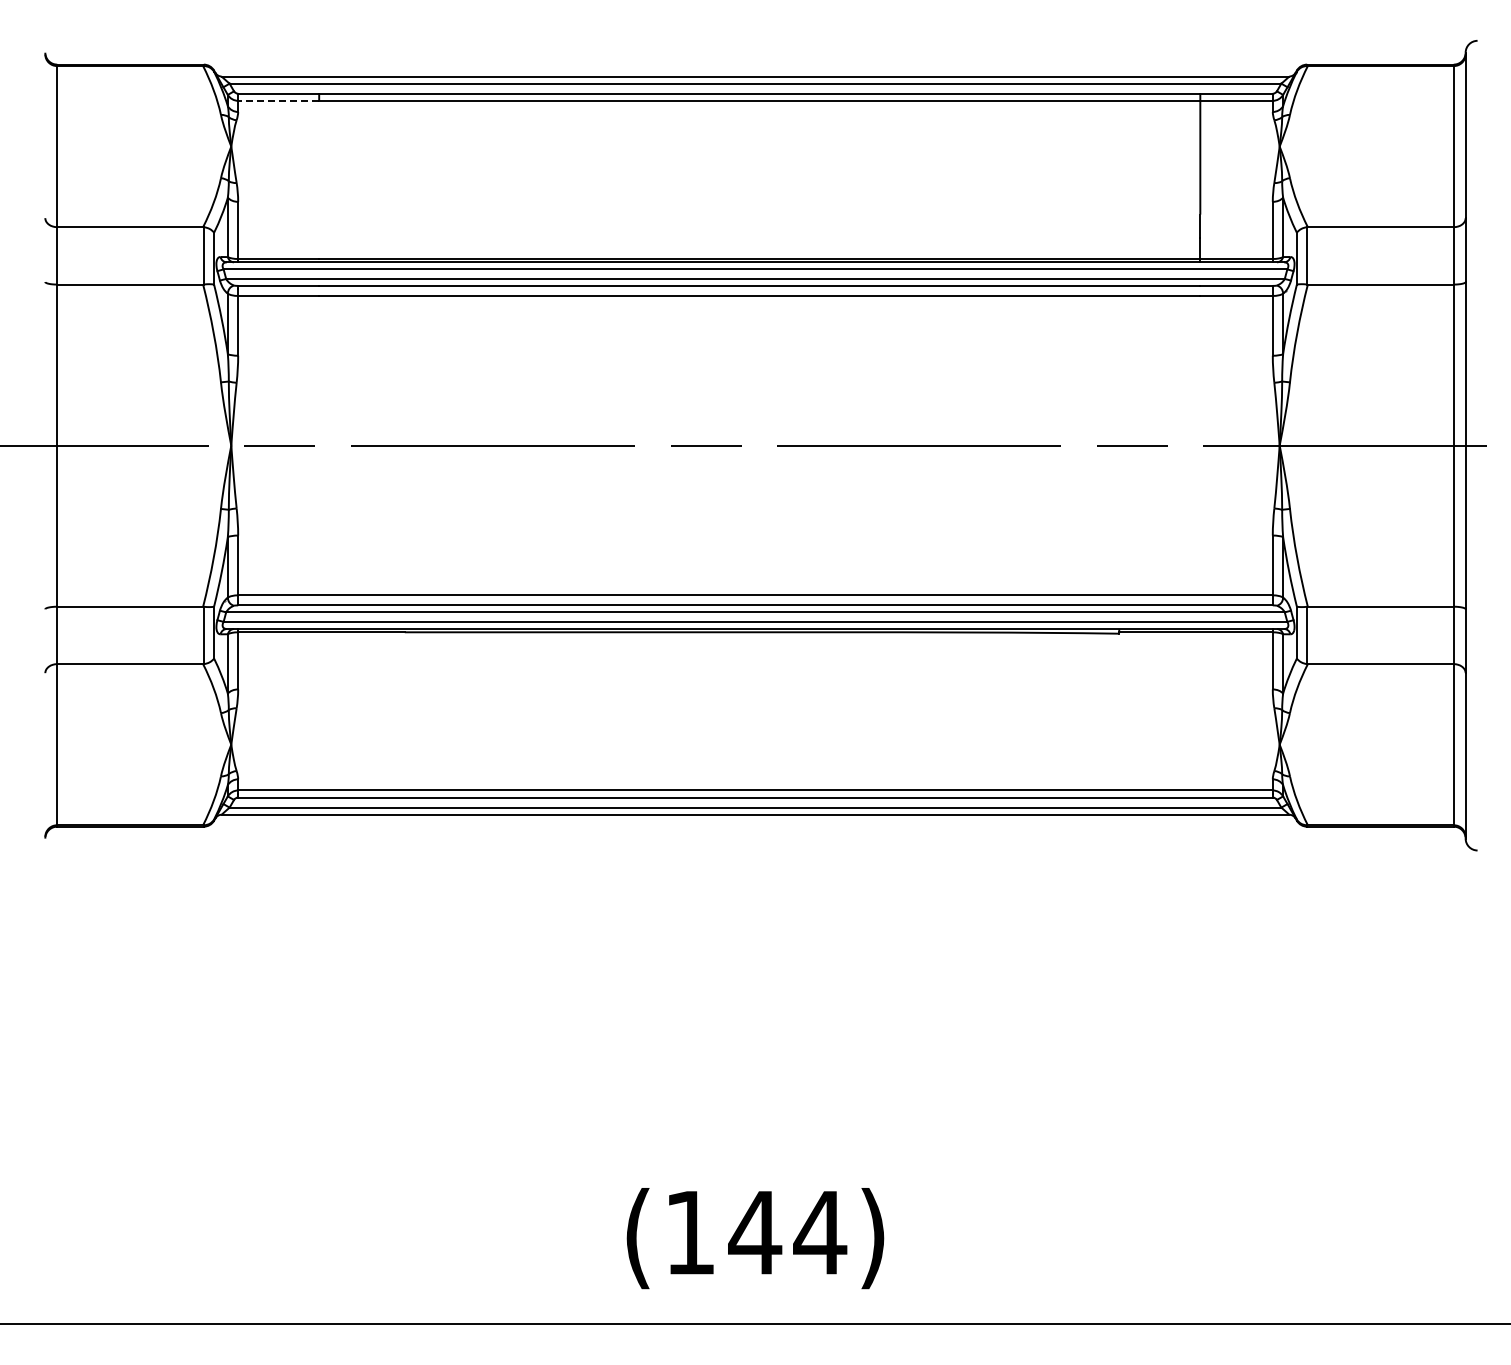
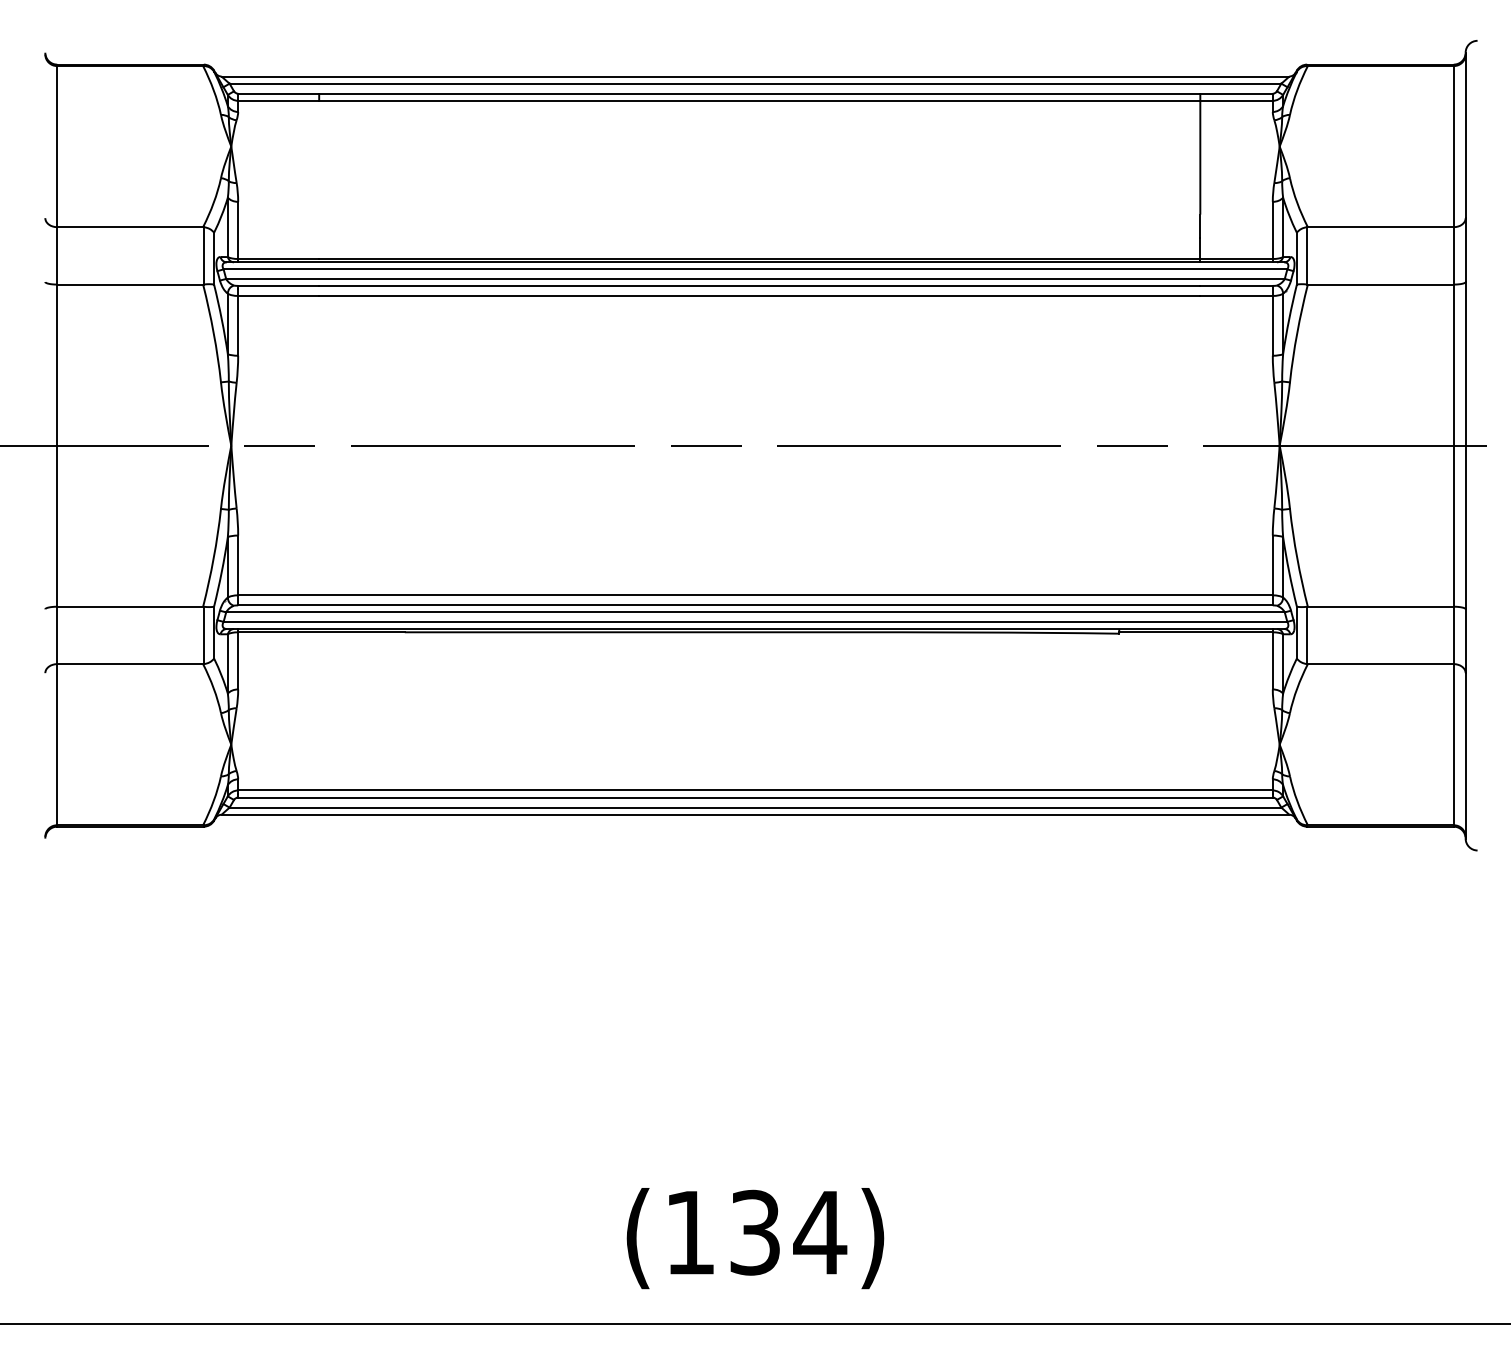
line at (278, 100): dashed -> solid
text at (755, 1232): (144) -> (134)
